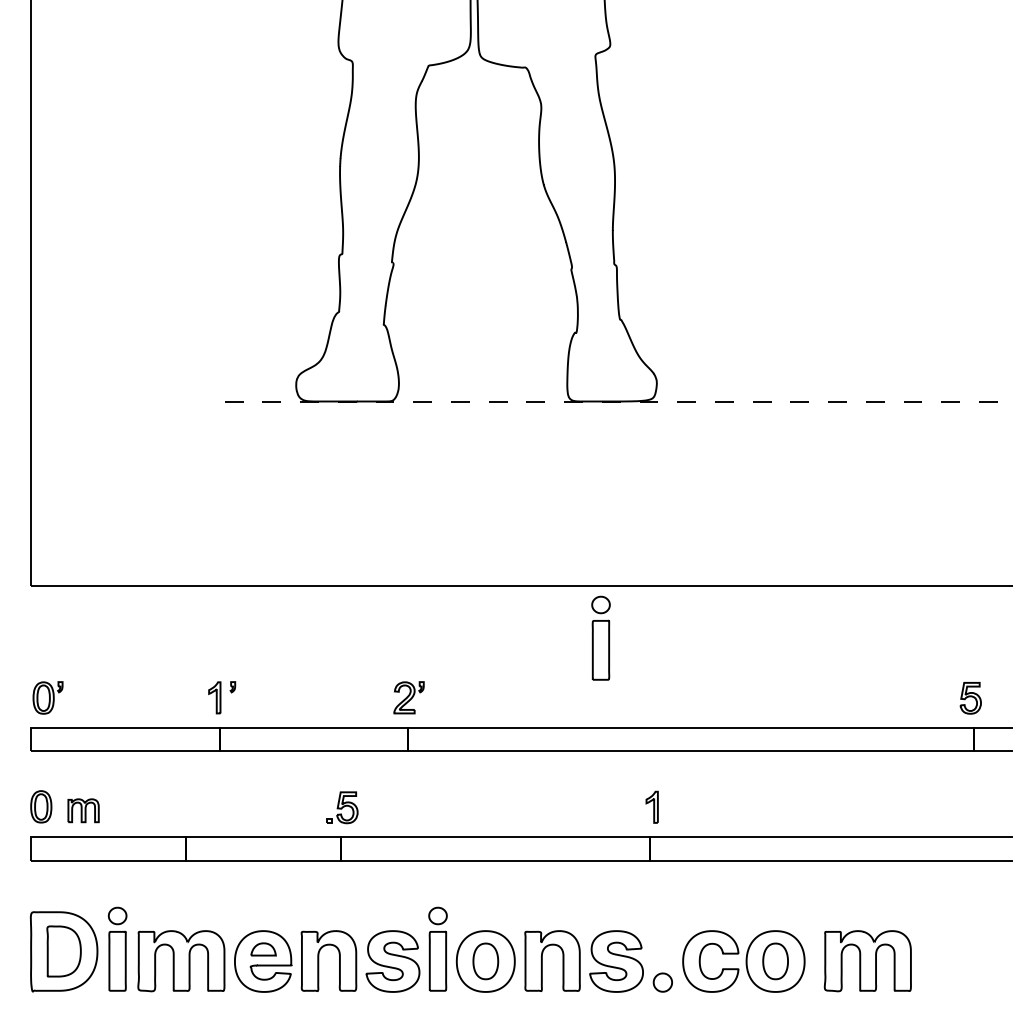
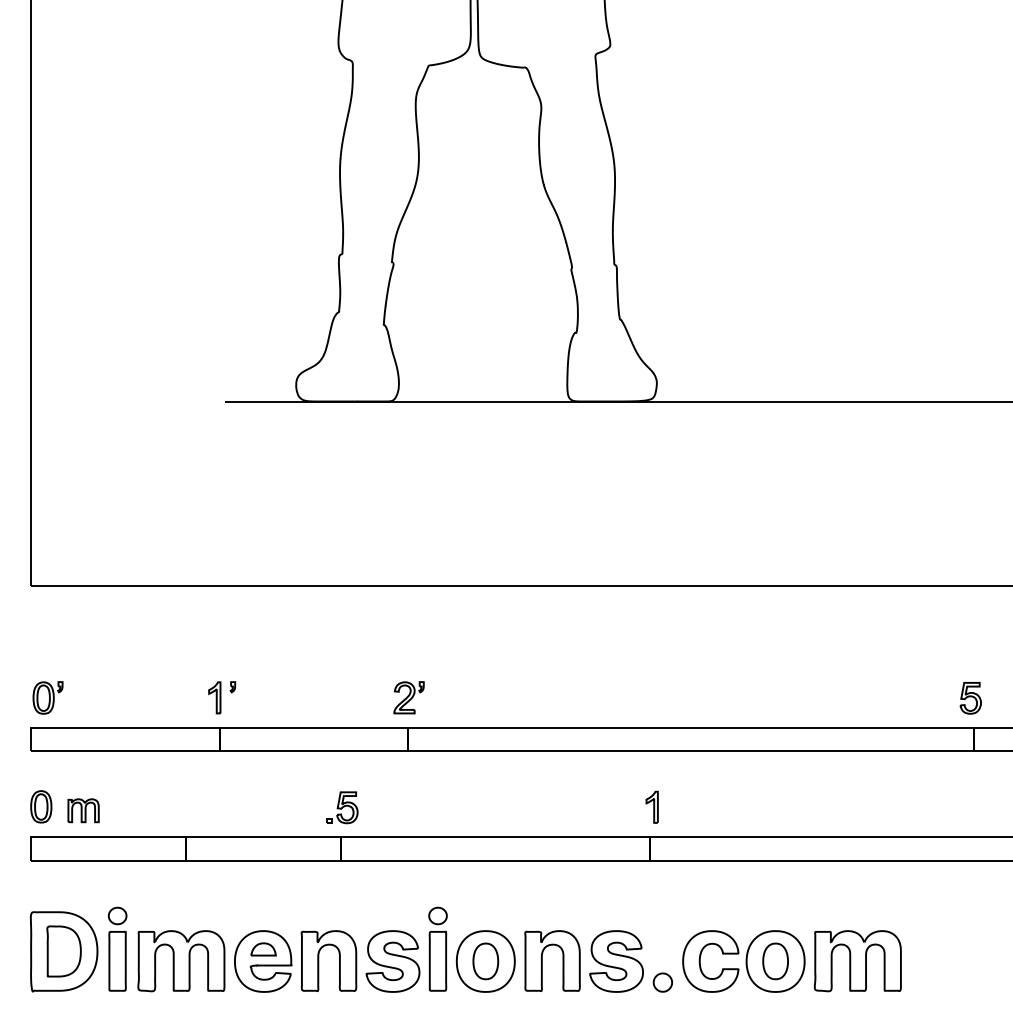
line at (618, 401): dashed -> solid
part at (600, 637): present -> none
part at (867, 961) position: (867, 961) -> (857, 961)
